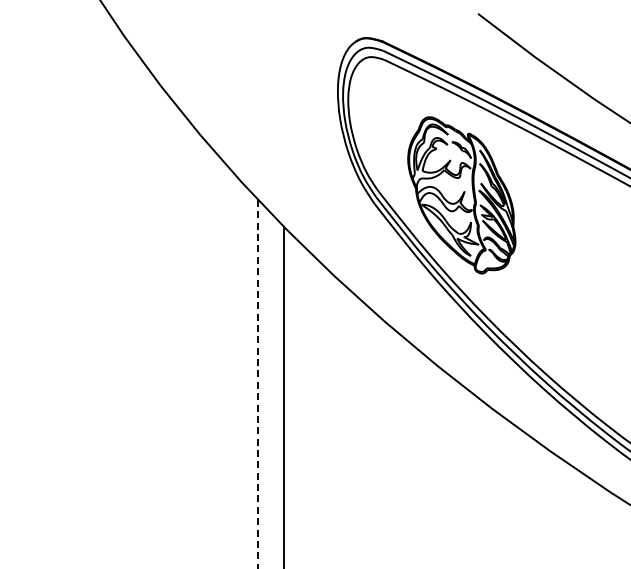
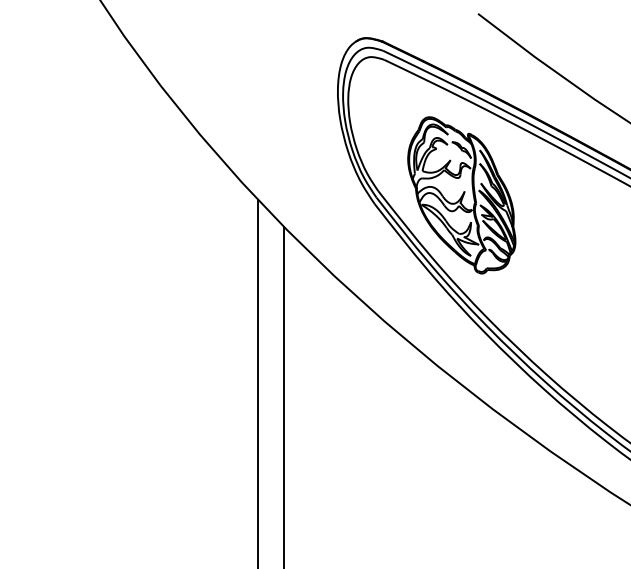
line at (258, 384): dashed -> solid
